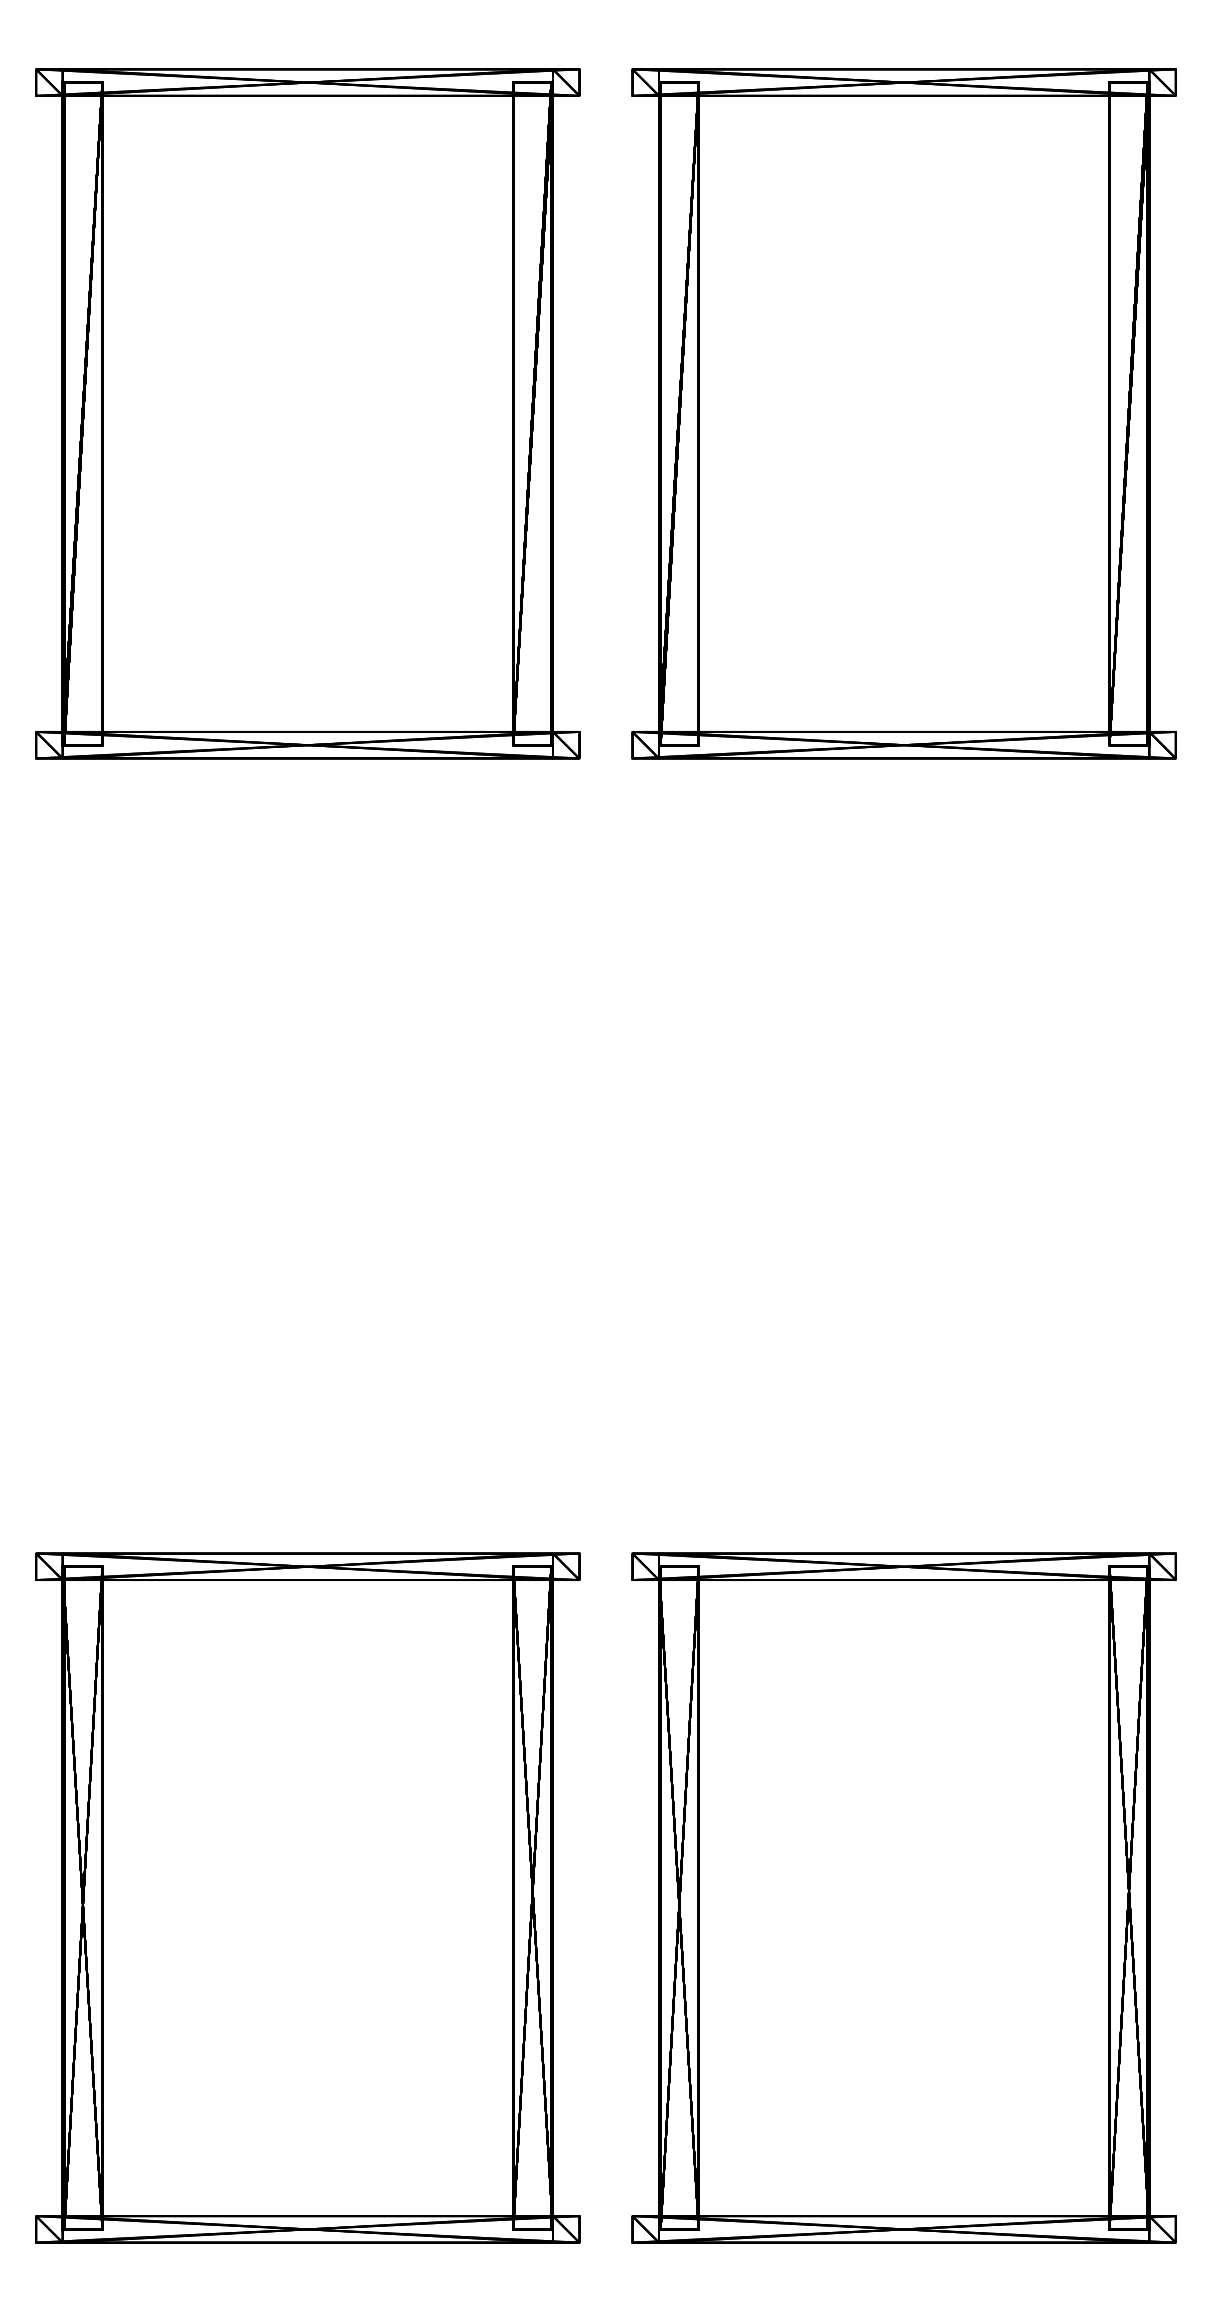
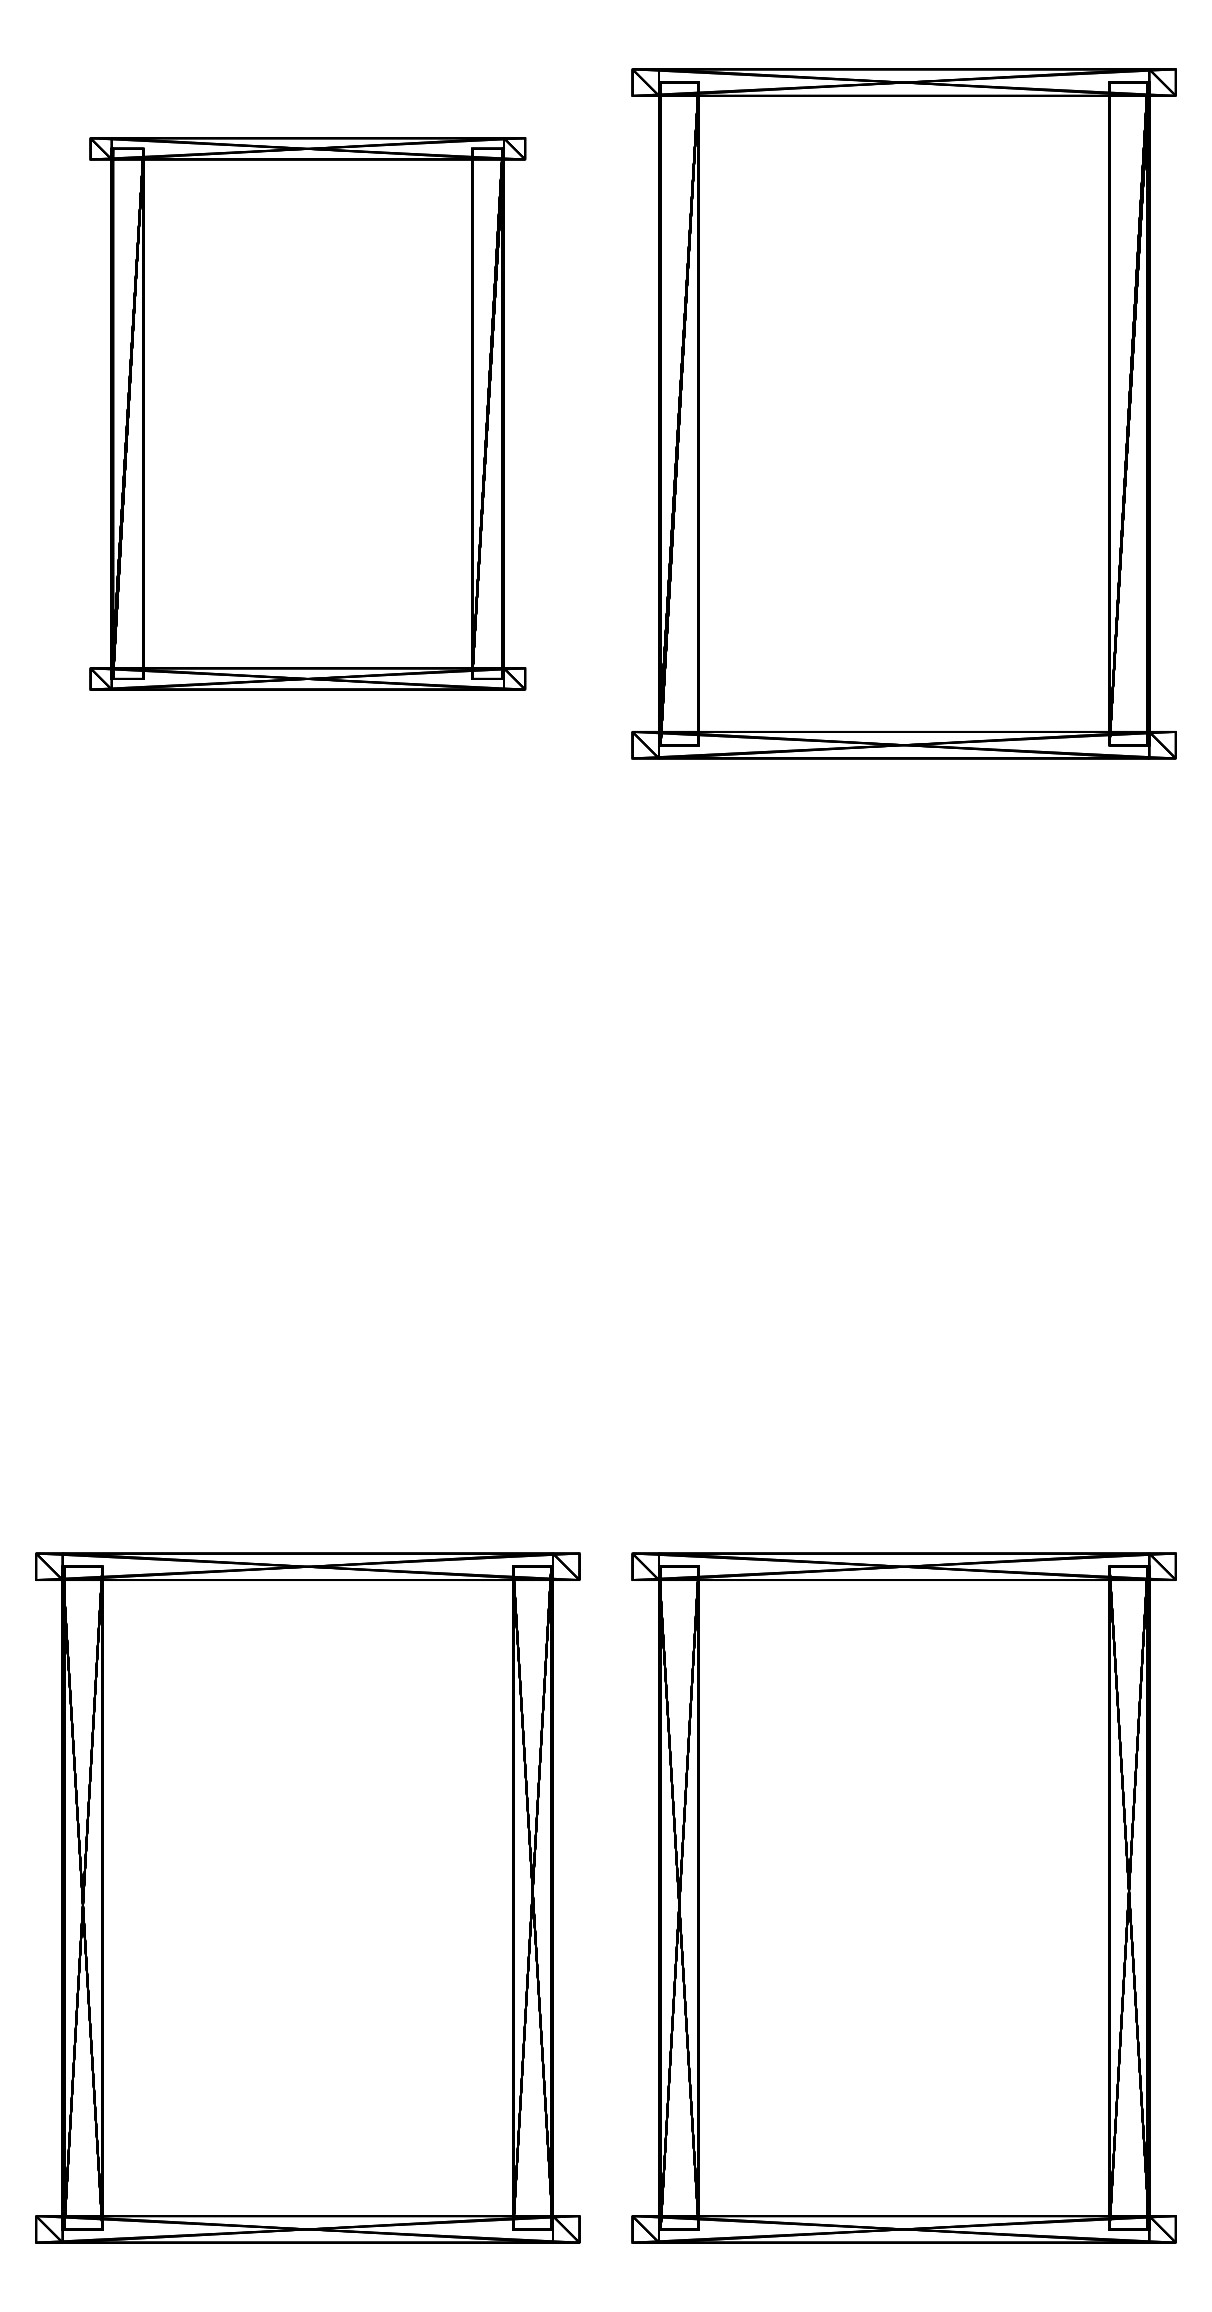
part at (307, 413) size: 546x692 px -> 438x554 px
